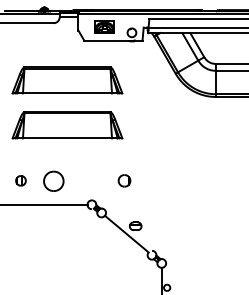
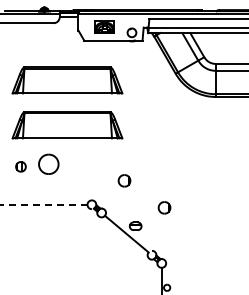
part at (20, 180) position: (20, 180) -> (20, 166)
part at (53, 180) position: (53, 180) -> (48, 163)
line at (43, 204): solid -> dashed
part at (164, 207): none -> present
